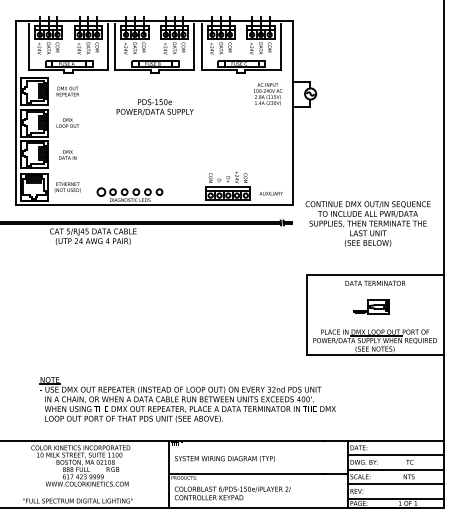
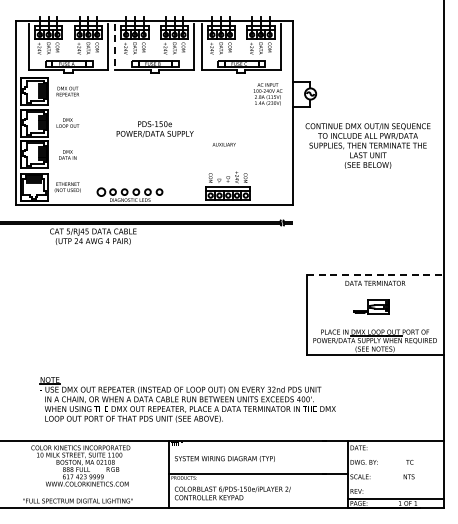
line at (115, 47): solid -> dashed
text at (154, 107) position: (154, 107) -> (154, 129)
text at (270, 193) position: (270, 193) -> (223, 144)
text at (367, 223) position: (367, 223) -> (367, 145)
line at (375, 275): solid -> dashed
line at (395, 455): present -> none
line at (395, 469): present -> none
line at (395, 484): present -> none
